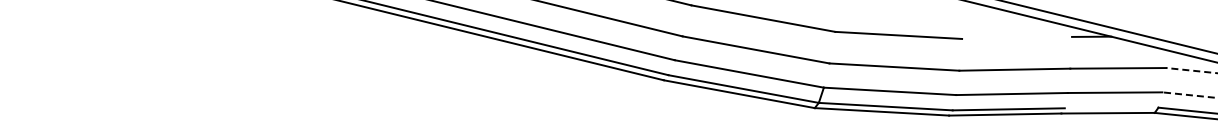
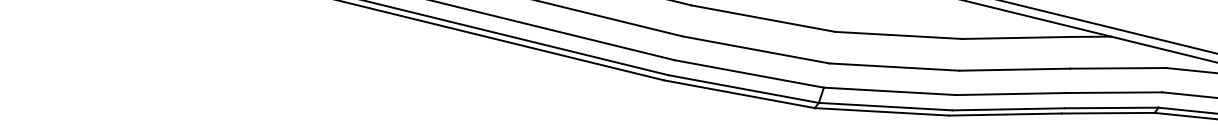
line at (1017, 37): none -> present
line at (1191, 70): dashed -> solid
line at (1190, 95): dashed -> solid
line at (1111, 107): none -> present
